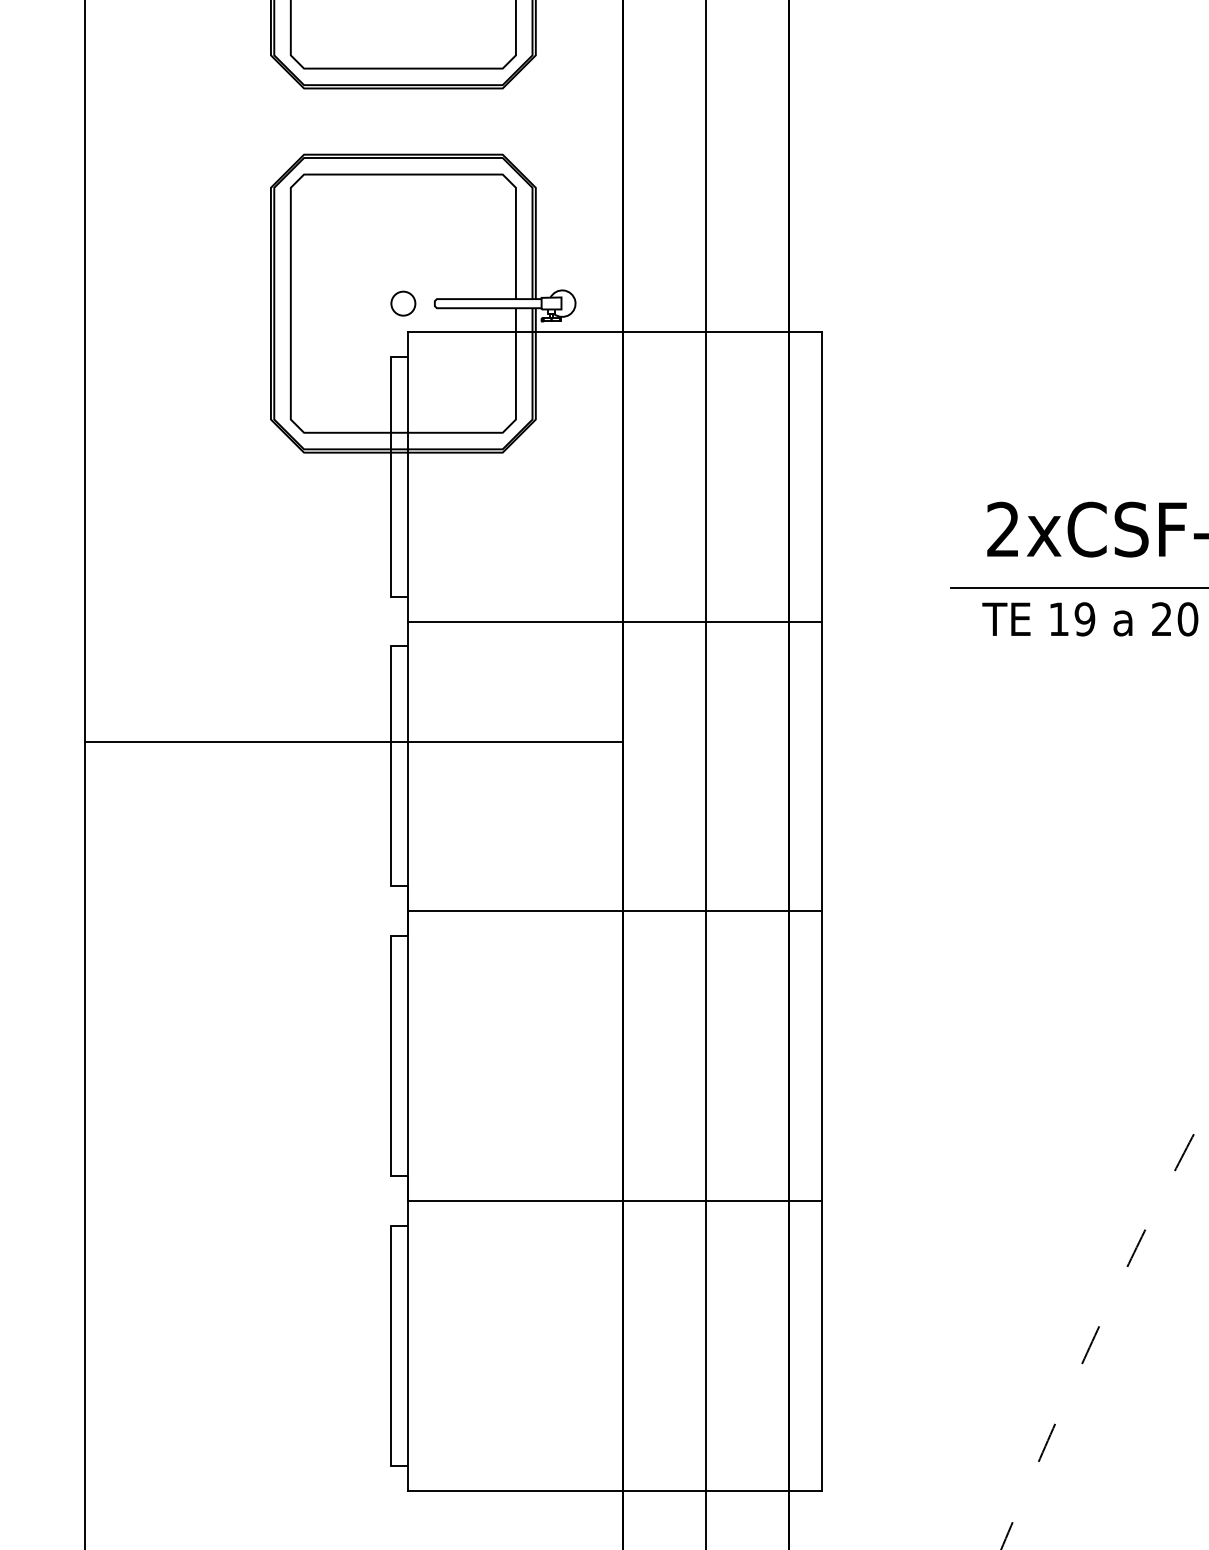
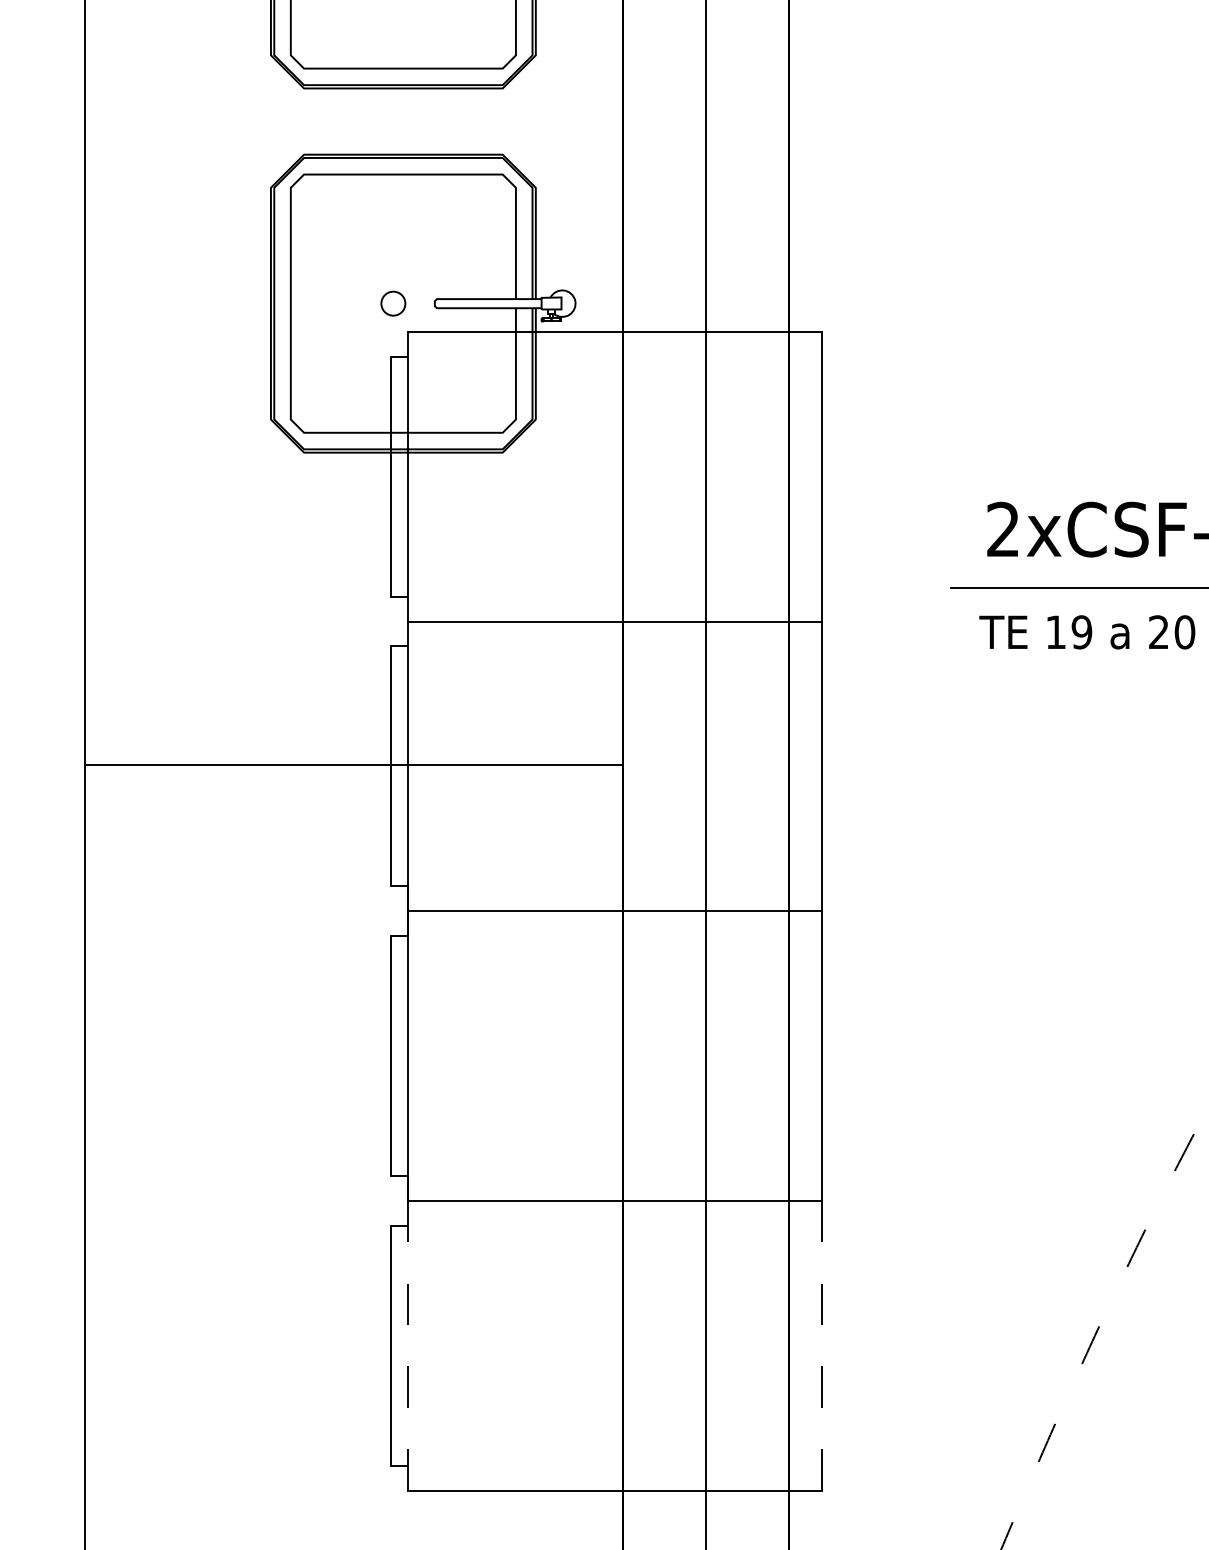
circle at (403, 303) position: (403, 303) -> (393, 303)
text at (1090, 619) position: (1090, 619) -> (1087, 632)
line at (354, 742) position: (354, 742) -> (354, 765)
line at (407, 1345): solid -> dashed
line at (821, 1345): solid -> dashed
